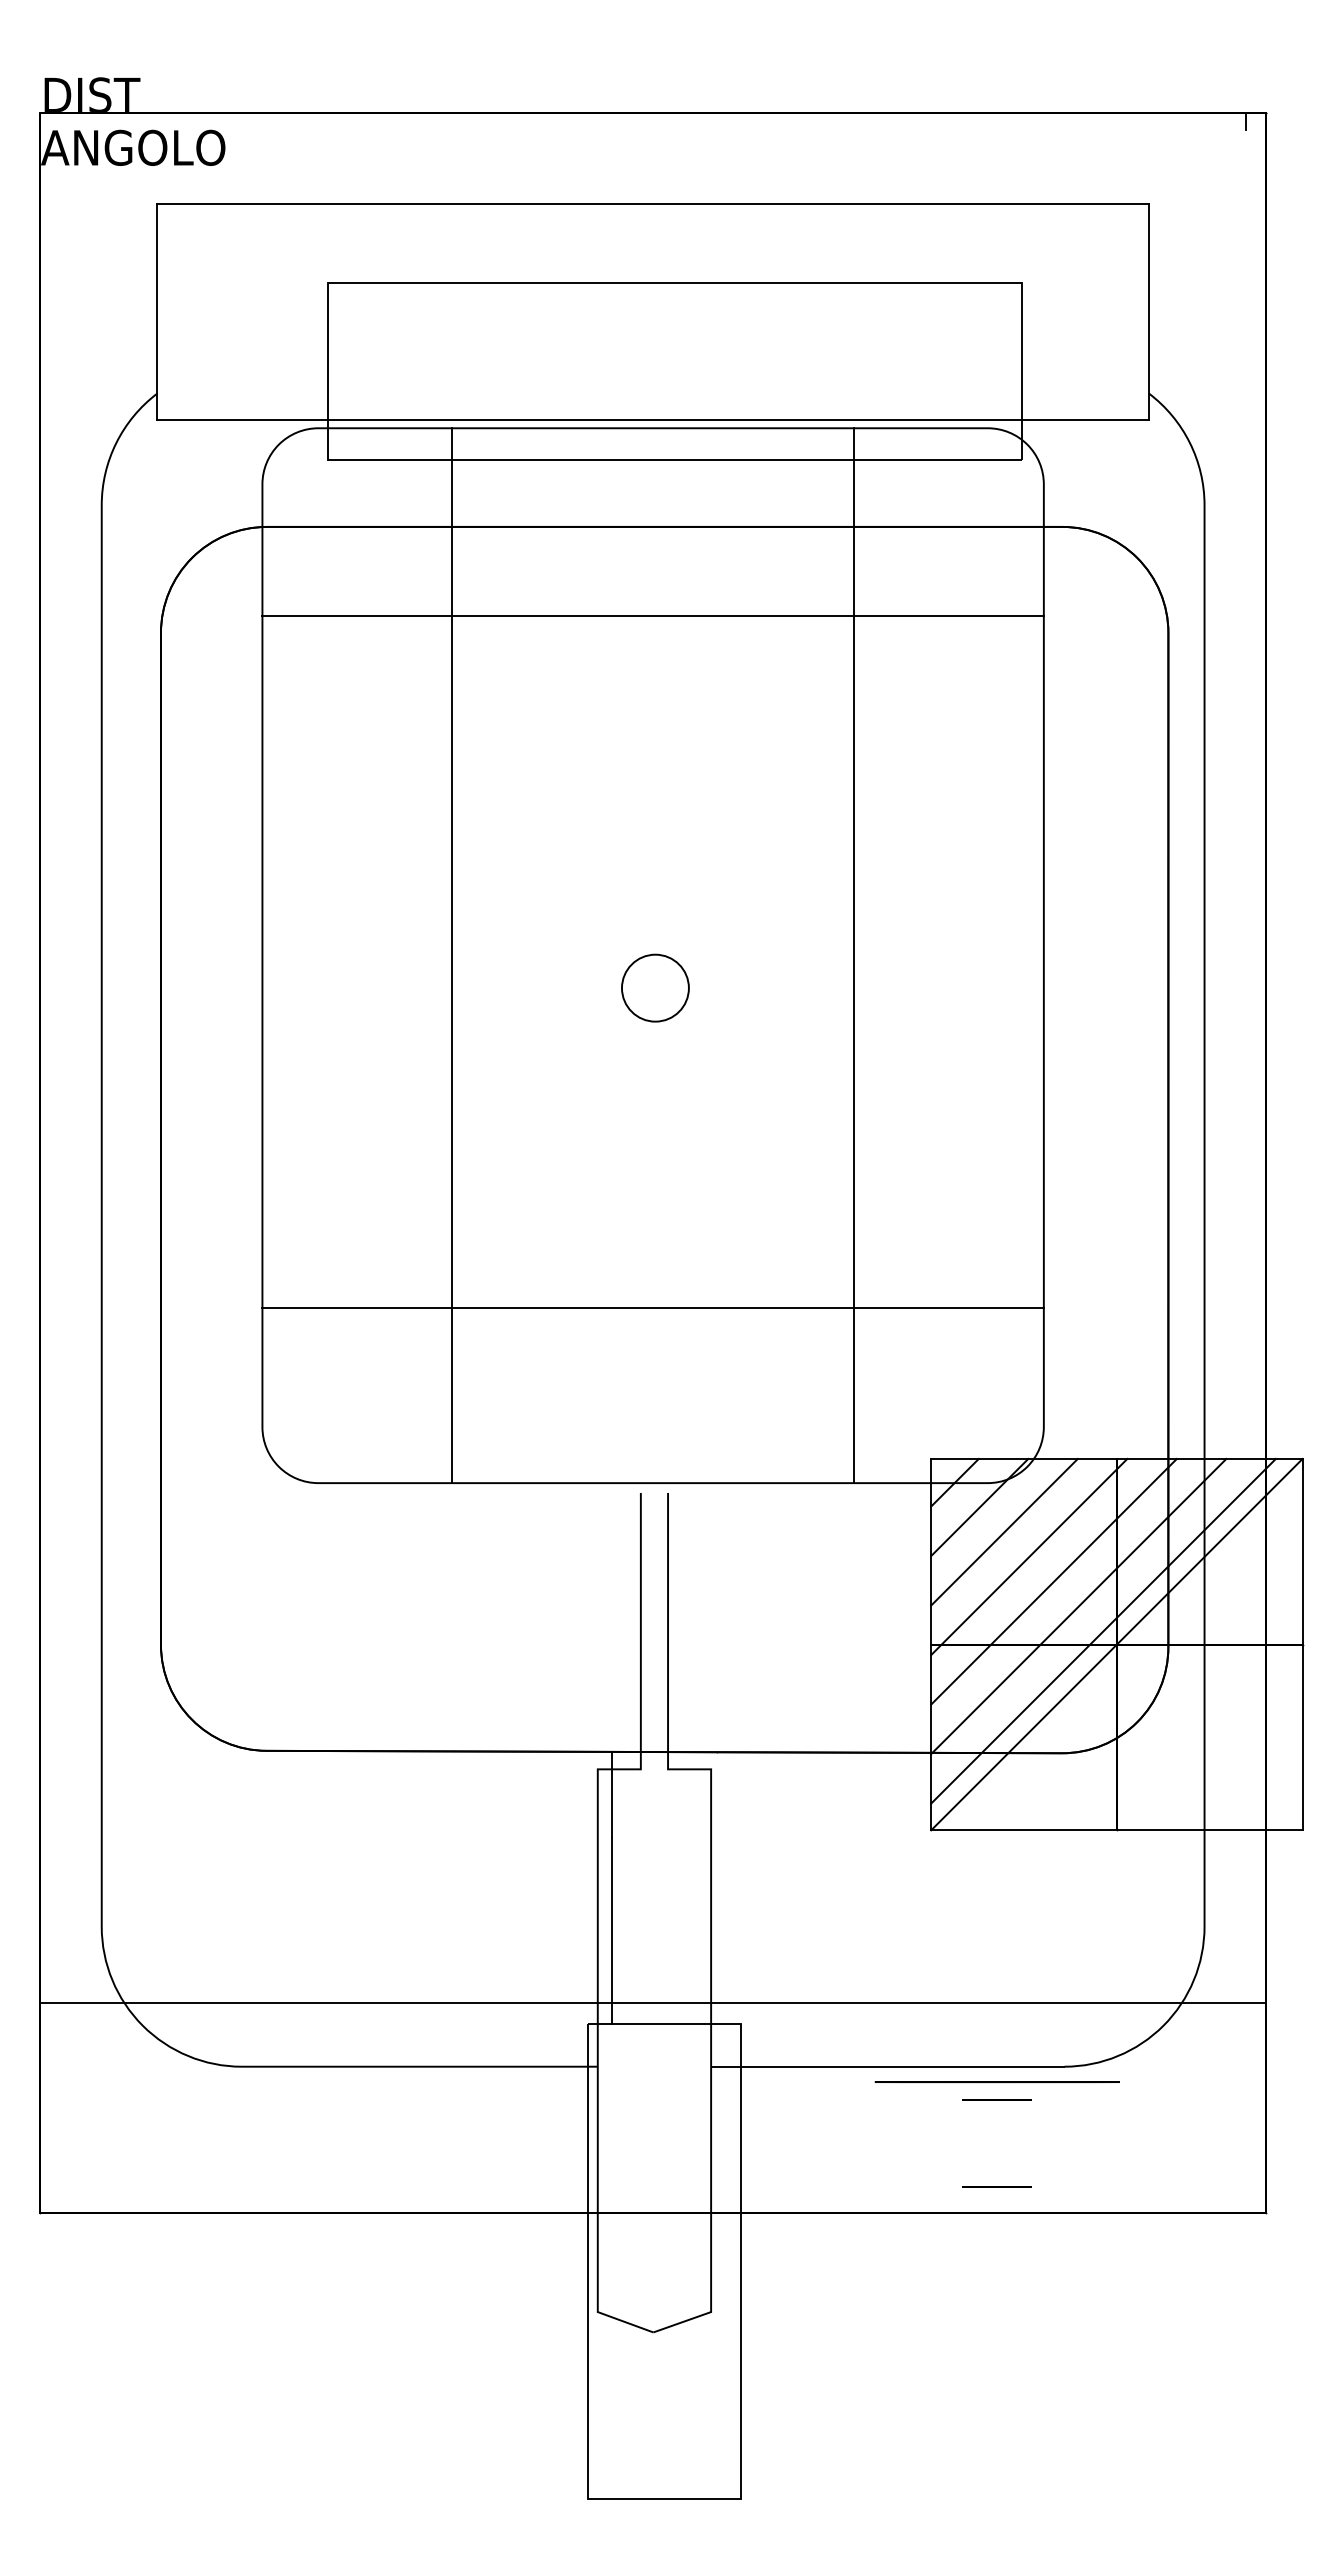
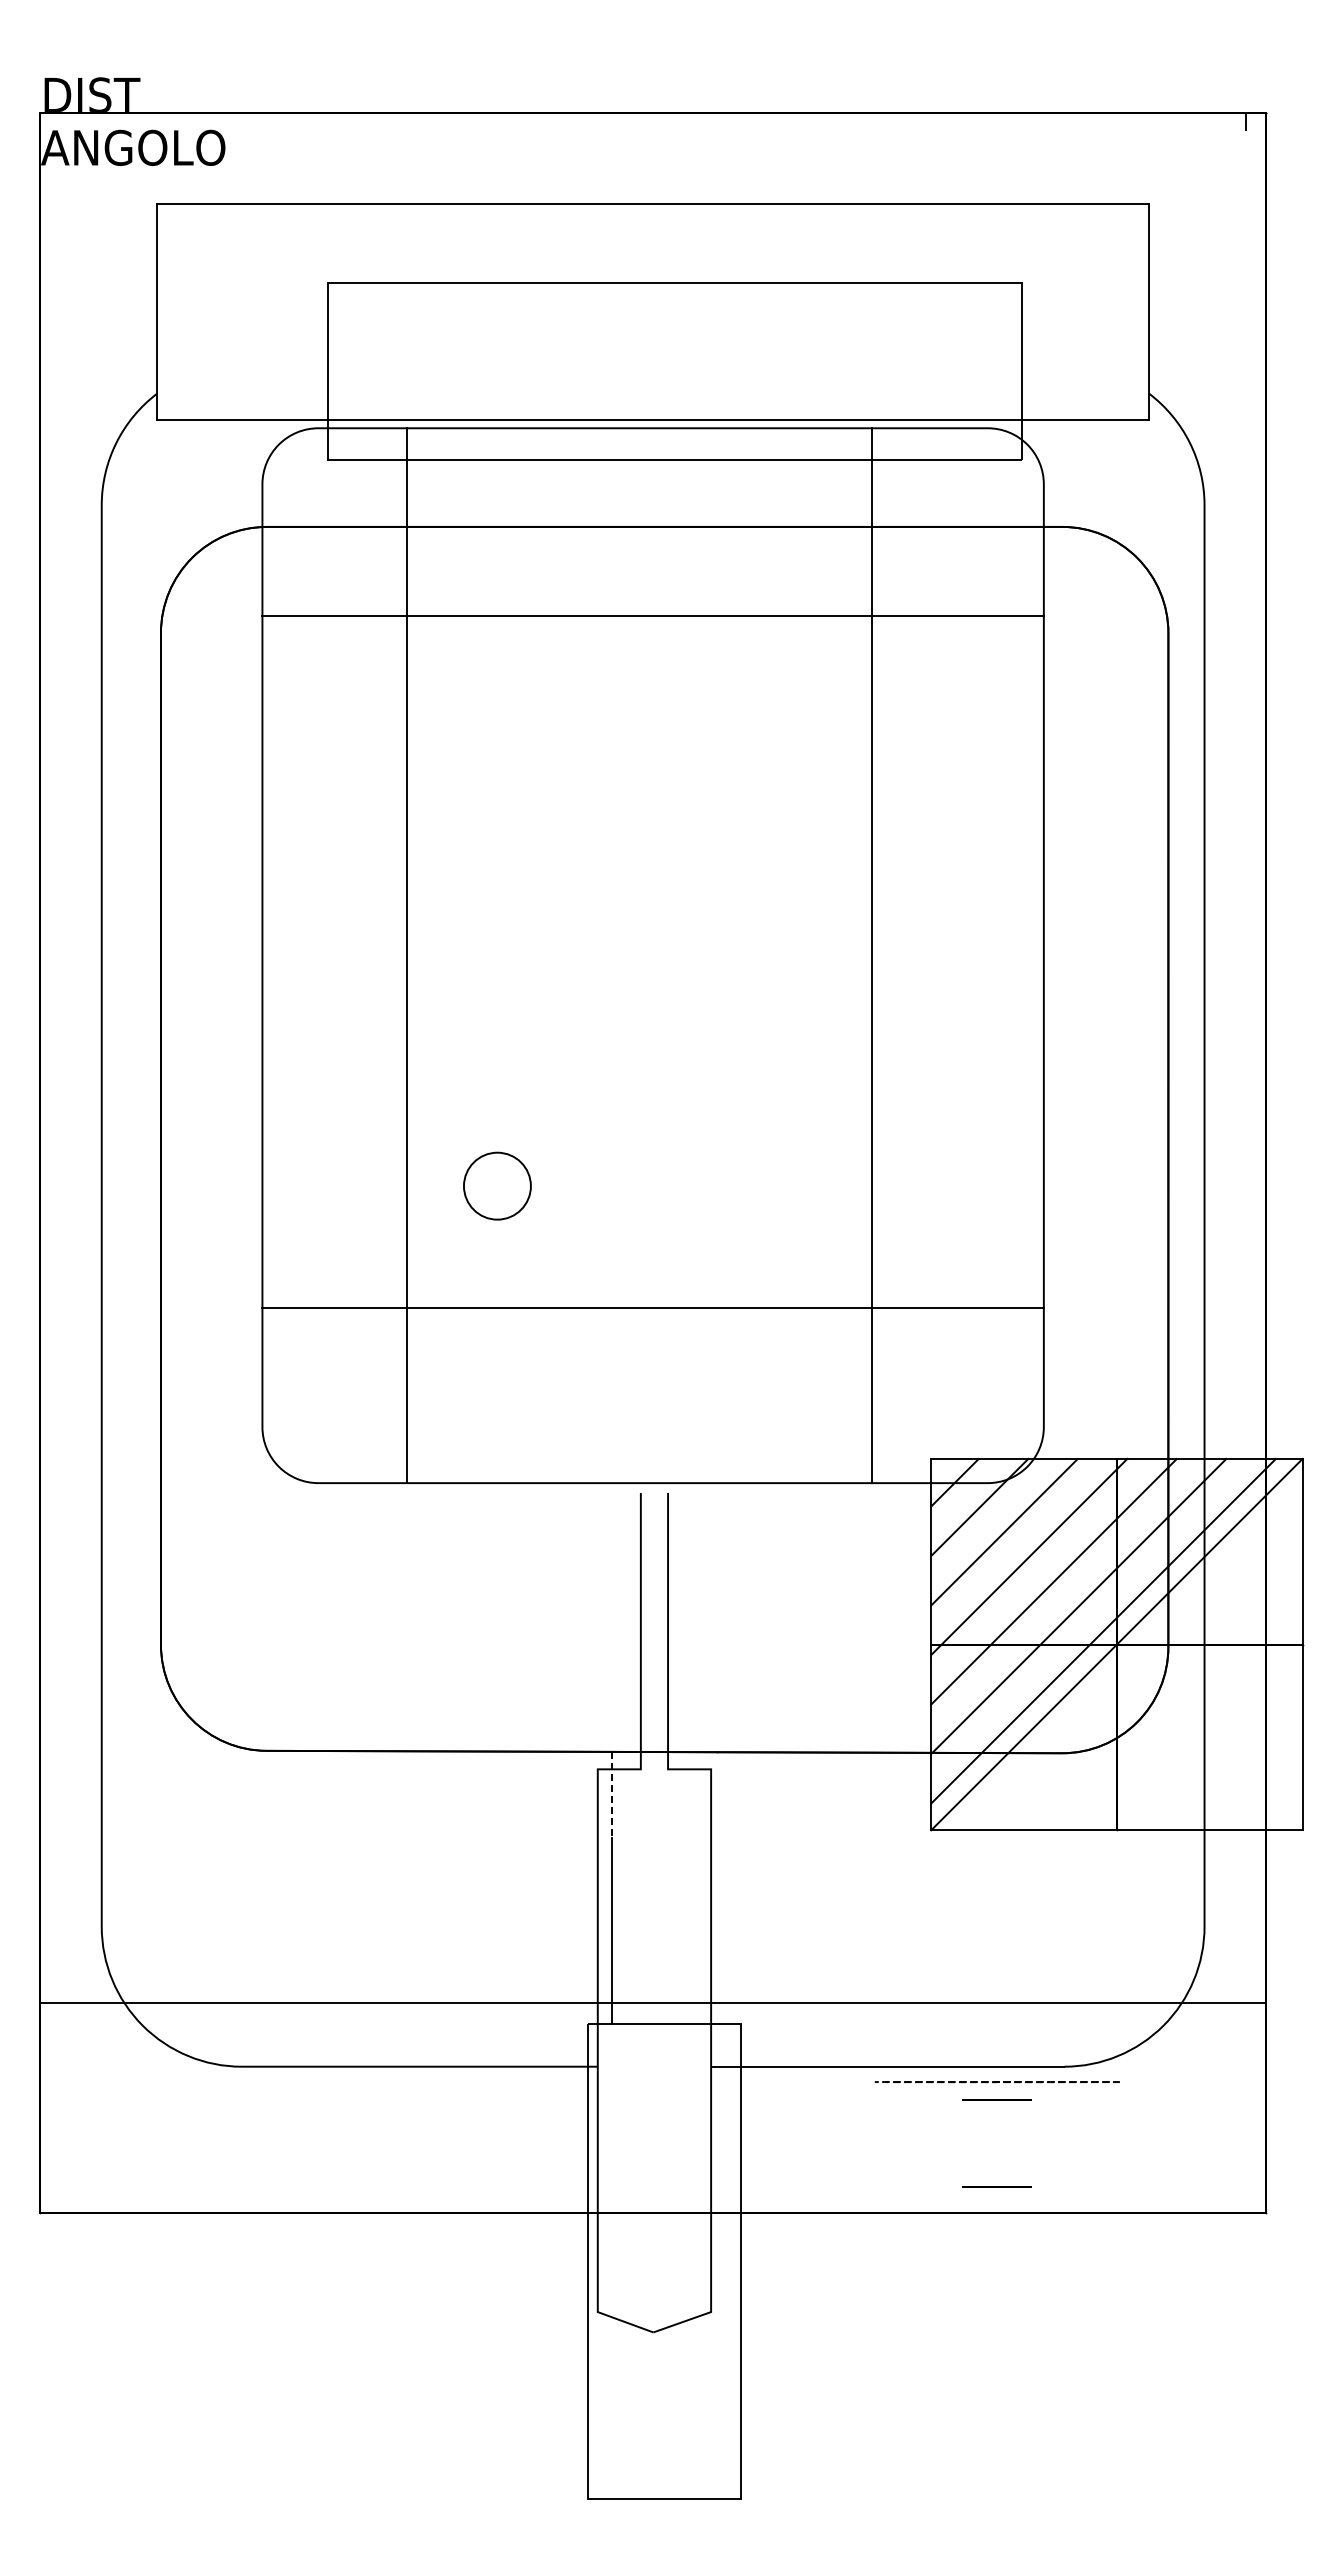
line at (452, 955) position: (452, 955) -> (407, 955)
line at (854, 955) position: (854, 955) -> (872, 955)
circle at (655, 987) position: (655, 987) -> (497, 1185)
line at (611, 1794): solid -> dashed
circle at (996, 2081): solid -> dashed
